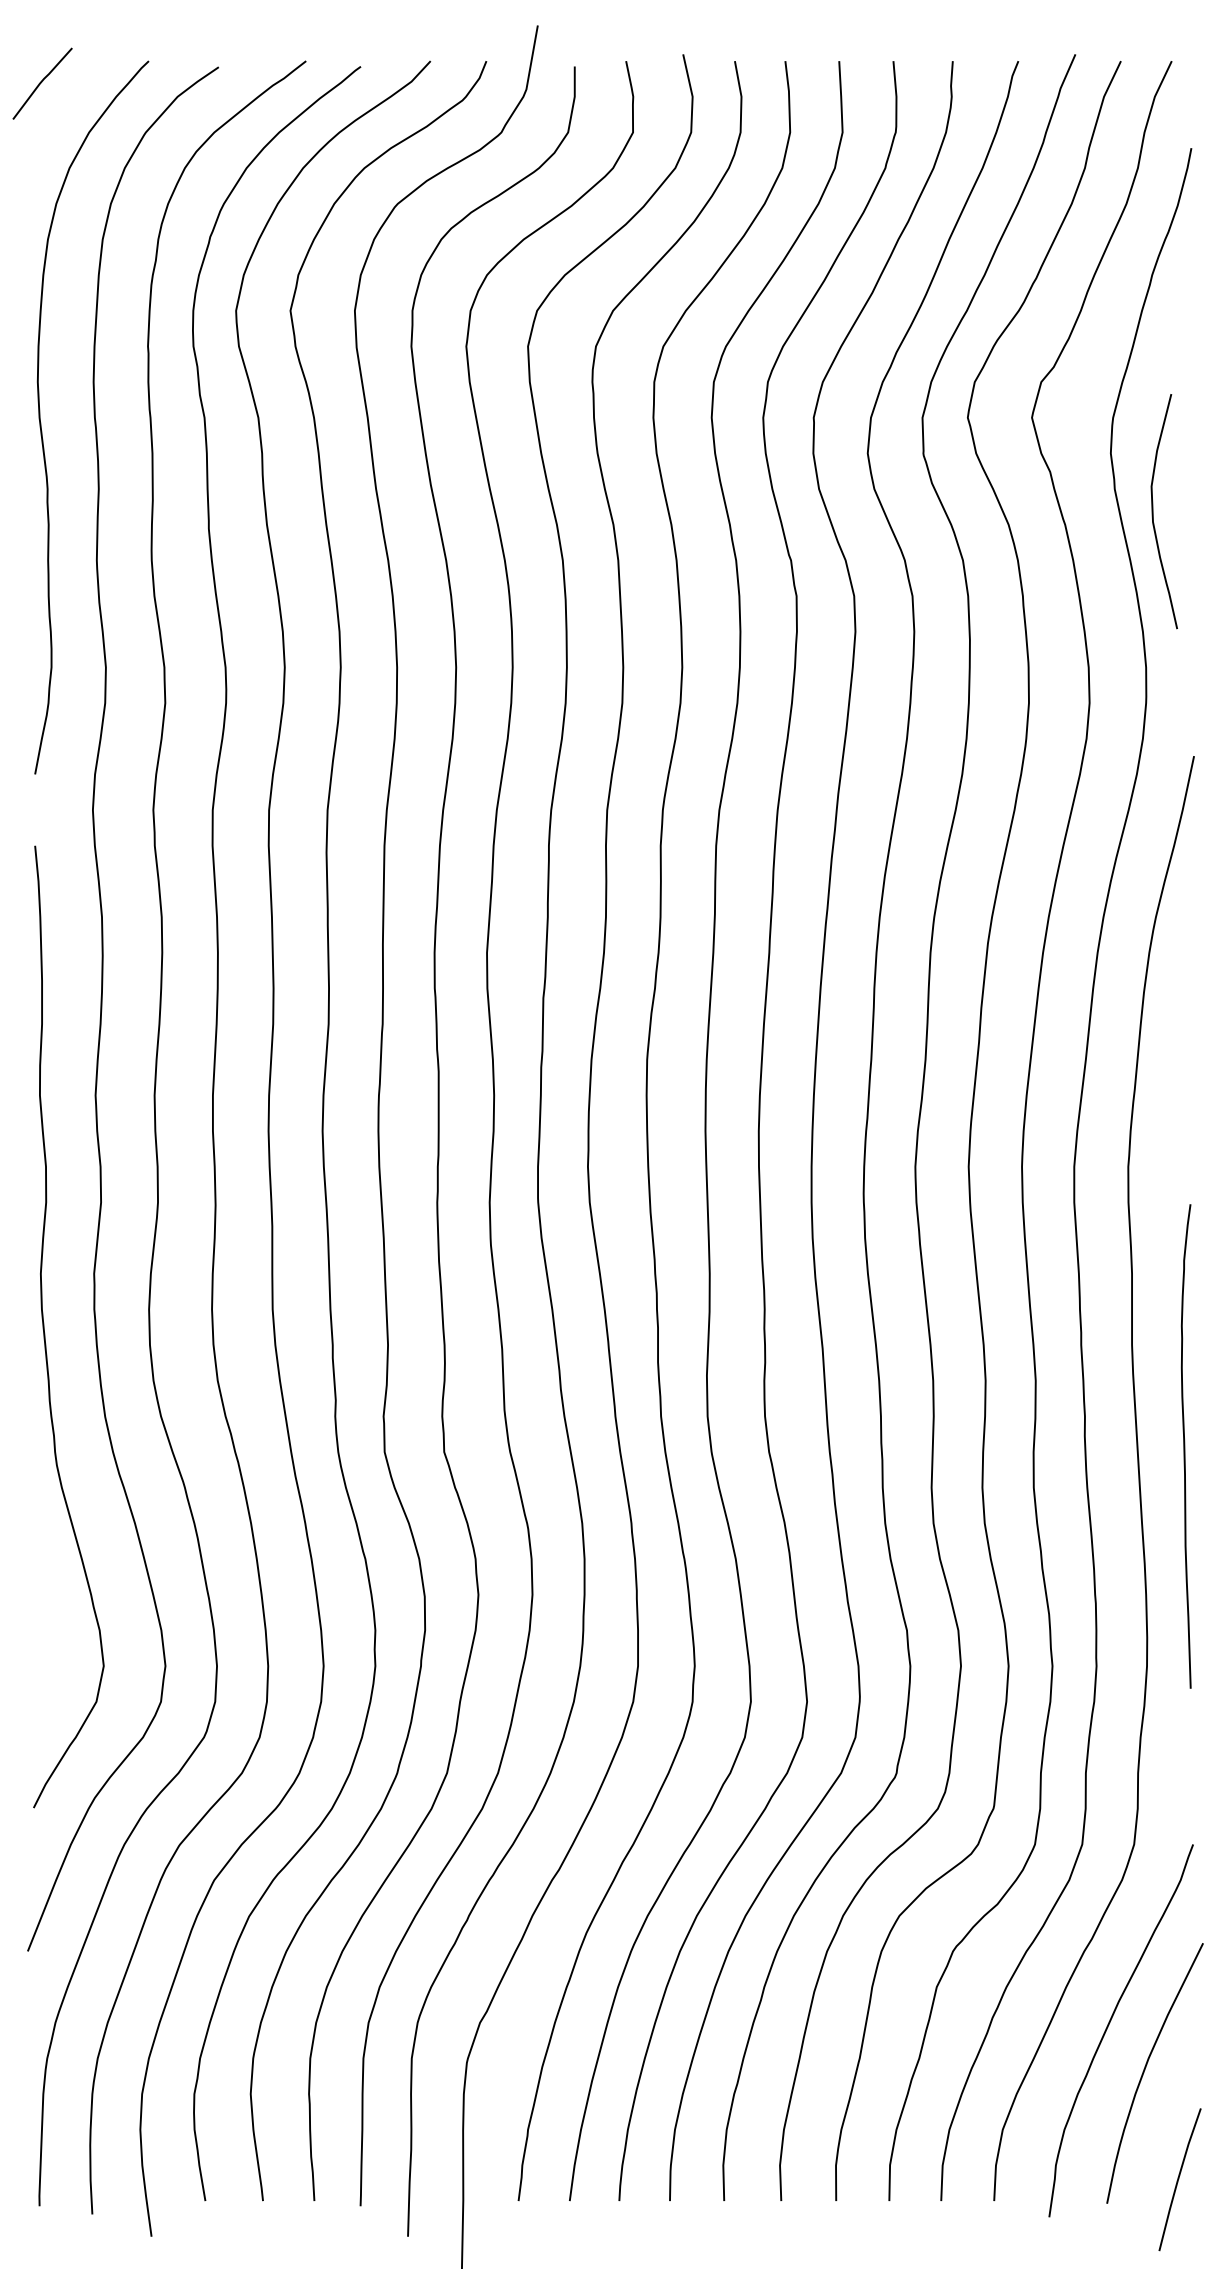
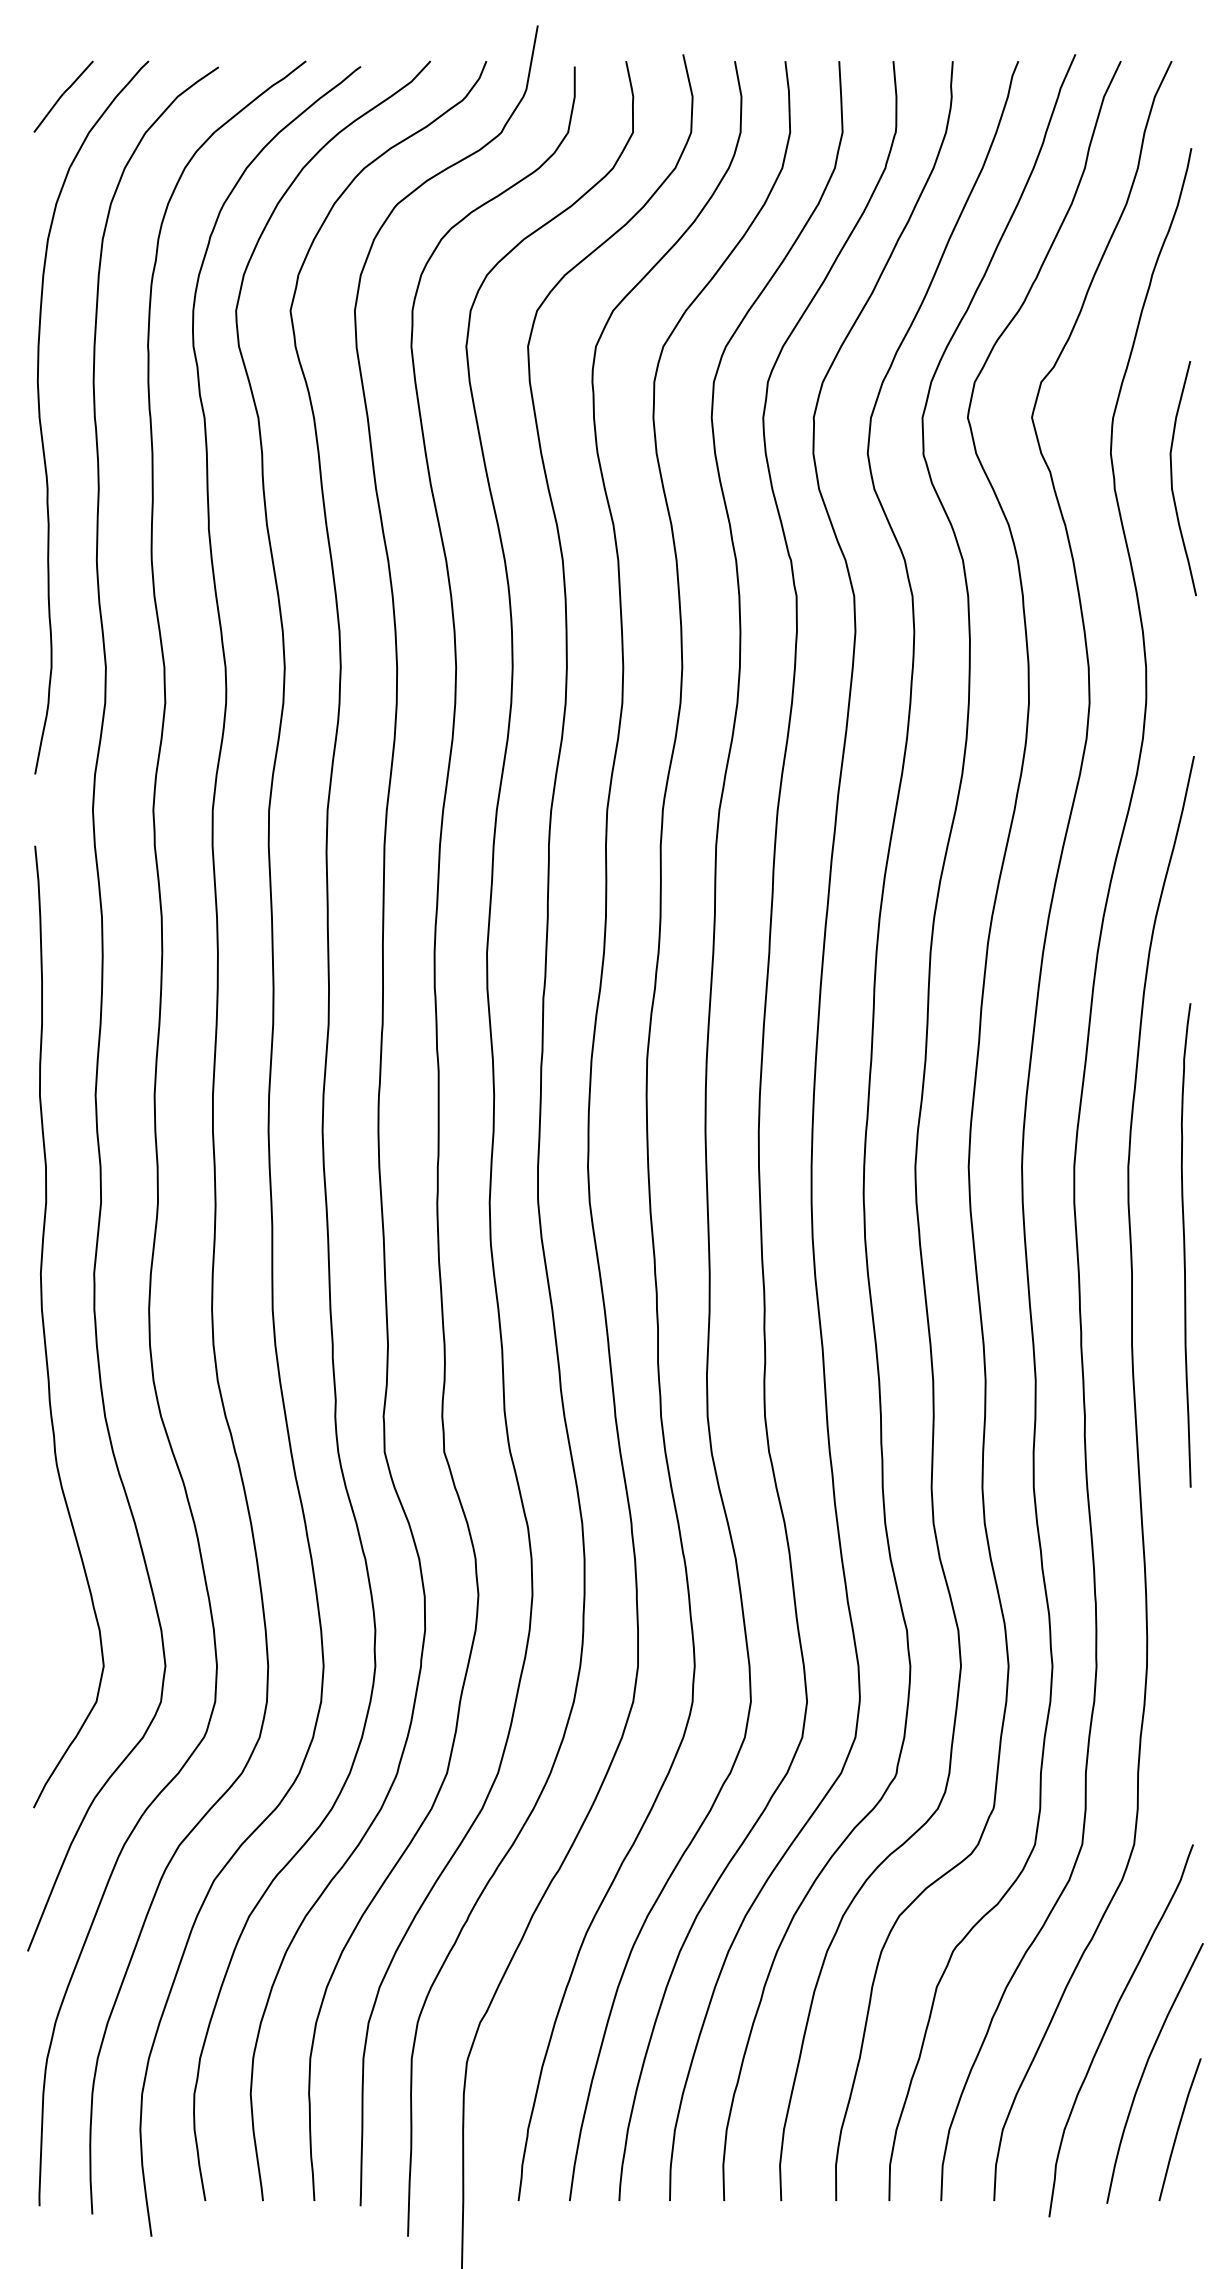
line at (42, 82) position: (42, 82) -> (63, 95)
curve at (1153, 511) position: (1153, 511) -> (1172, 478)
curve at (1185, 1446) position: (1185, 1446) -> (1185, 1245)
line at (1179, 2179) position: (1179, 2179) -> (1179, 2129)
